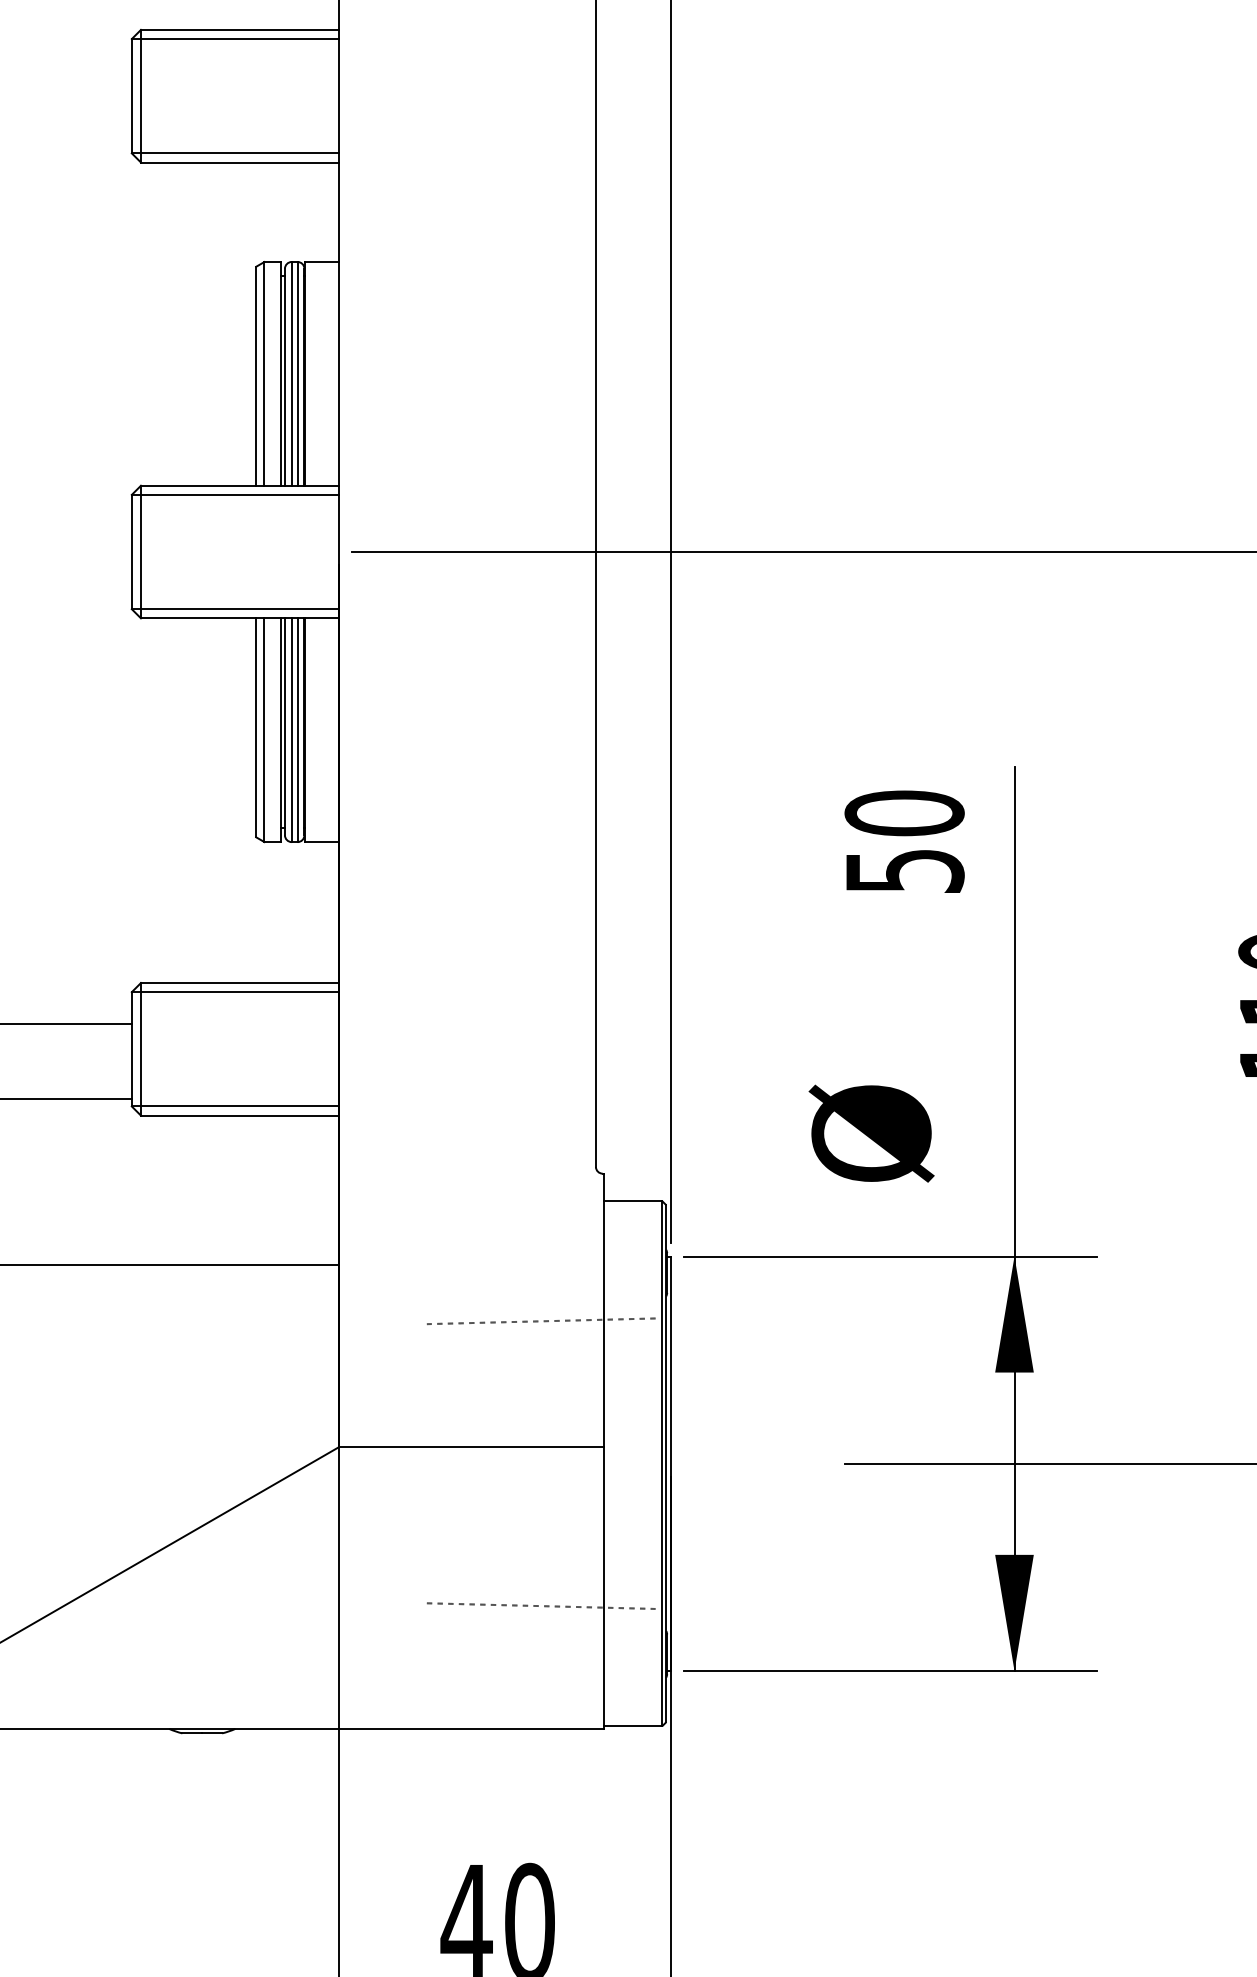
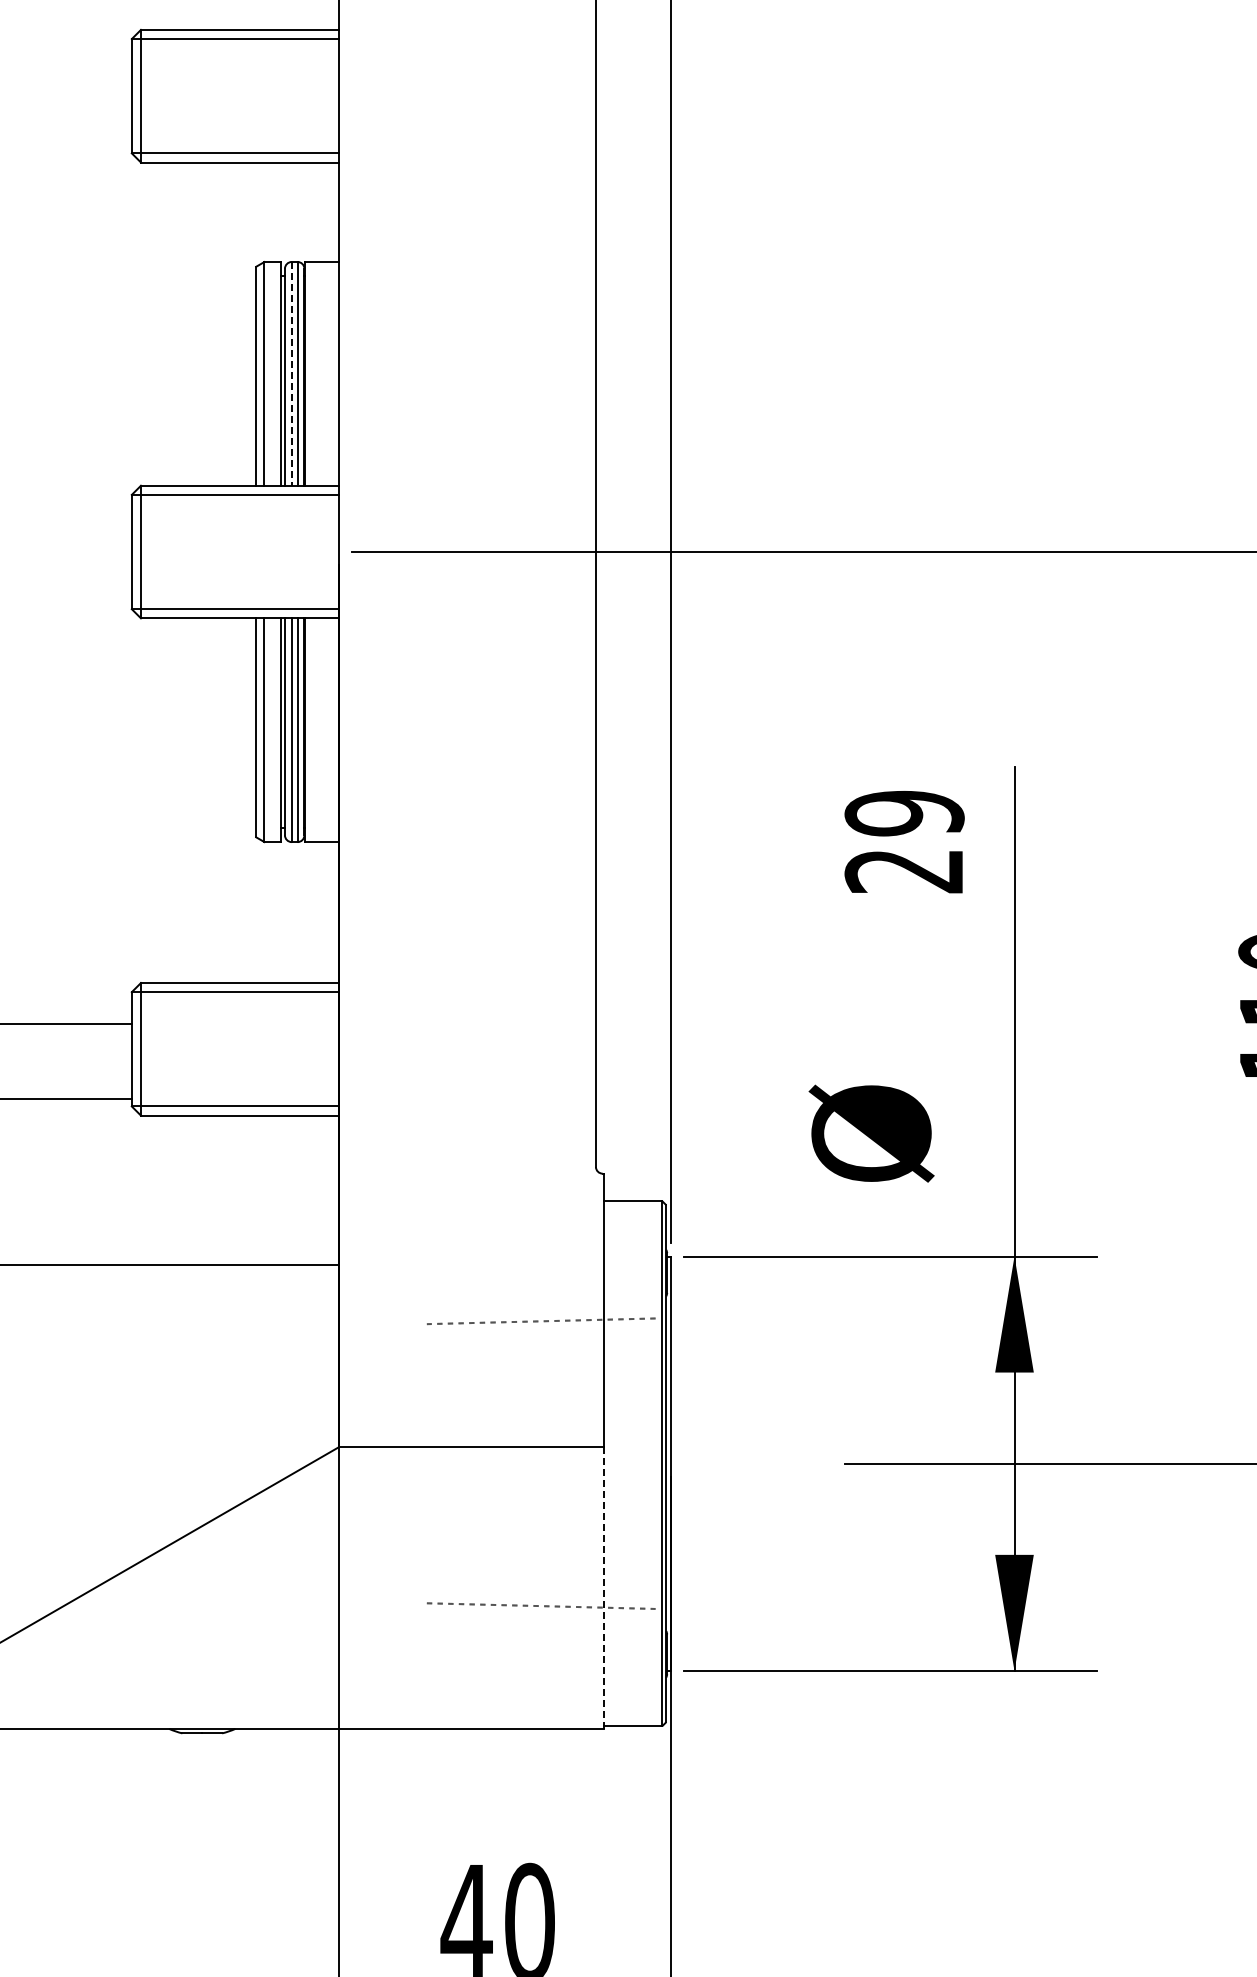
line at (291, 373): solid -> dashed
text at (904, 841): 50 -> 29
line at (604, 1588): solid -> dashed
